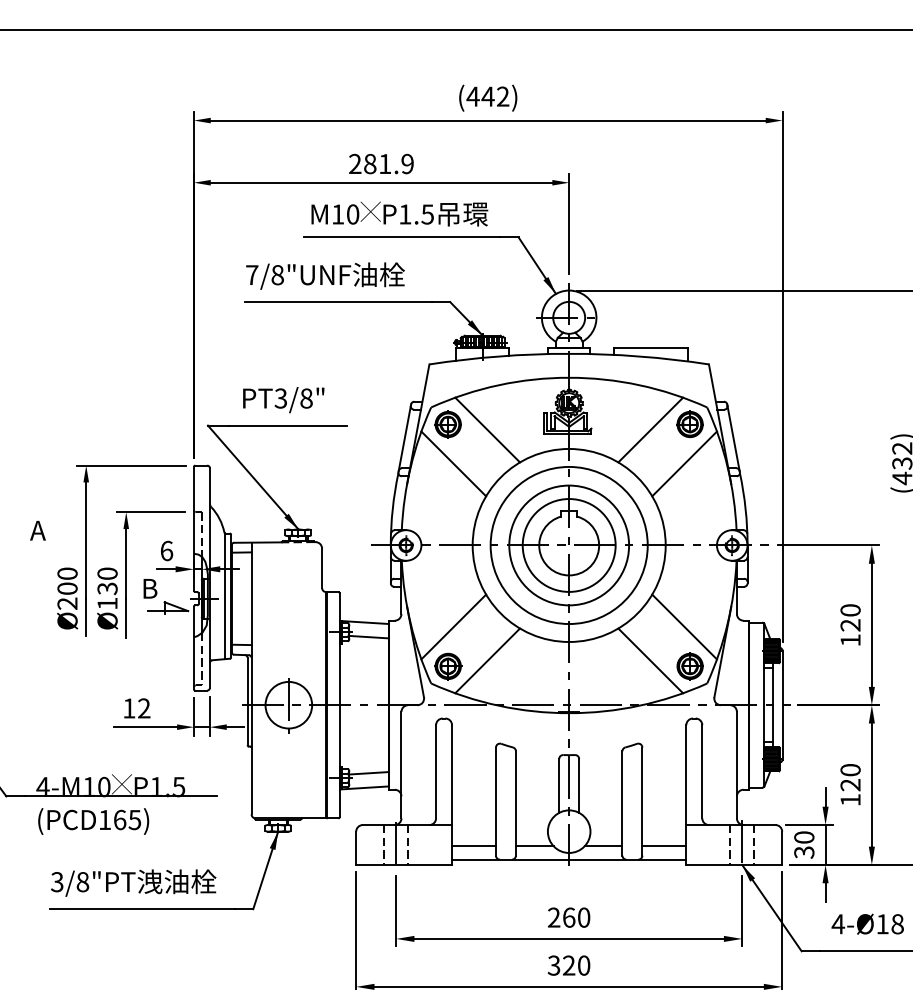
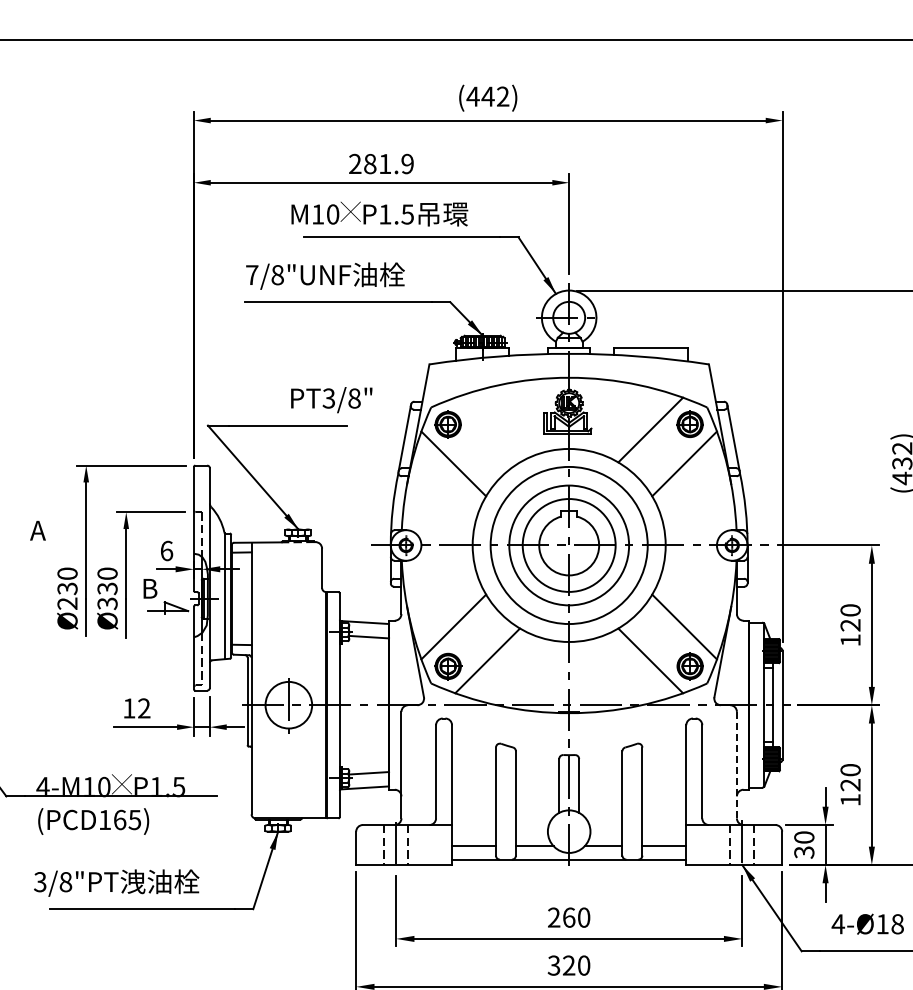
line at (455, 29) position: (455, 29) -> (455, 39)
text at (399, 213) position: (399, 213) -> (379, 213)
text at (283, 400) position: (283, 400) -> (331, 400)
line at (487, 429): present -> none
text at (67, 588): Ø200 -> Ø230
text at (107, 603): Ø130 -> Ø330
line at (736, 765): solid -> dashed
text at (133, 882) position: (133, 882) -> (116, 882)
